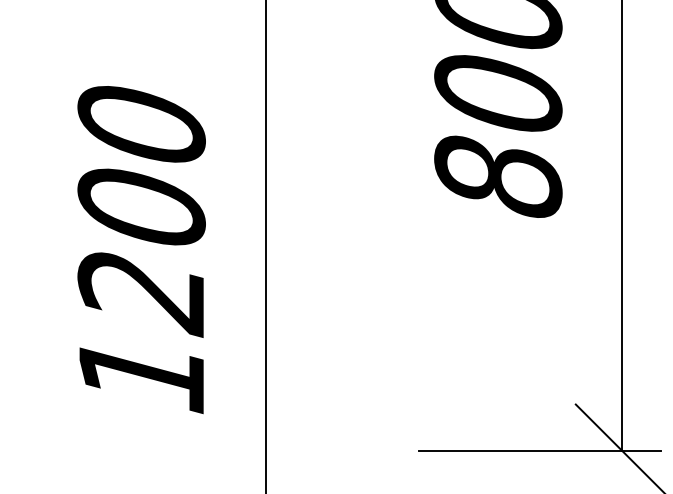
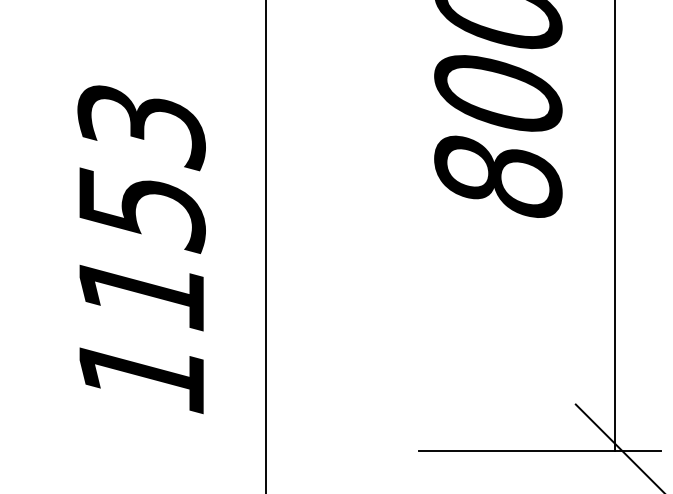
text at (141, 211): 1200 -> 1153
line at (622, 226) position: (622, 226) -> (615, 226)
